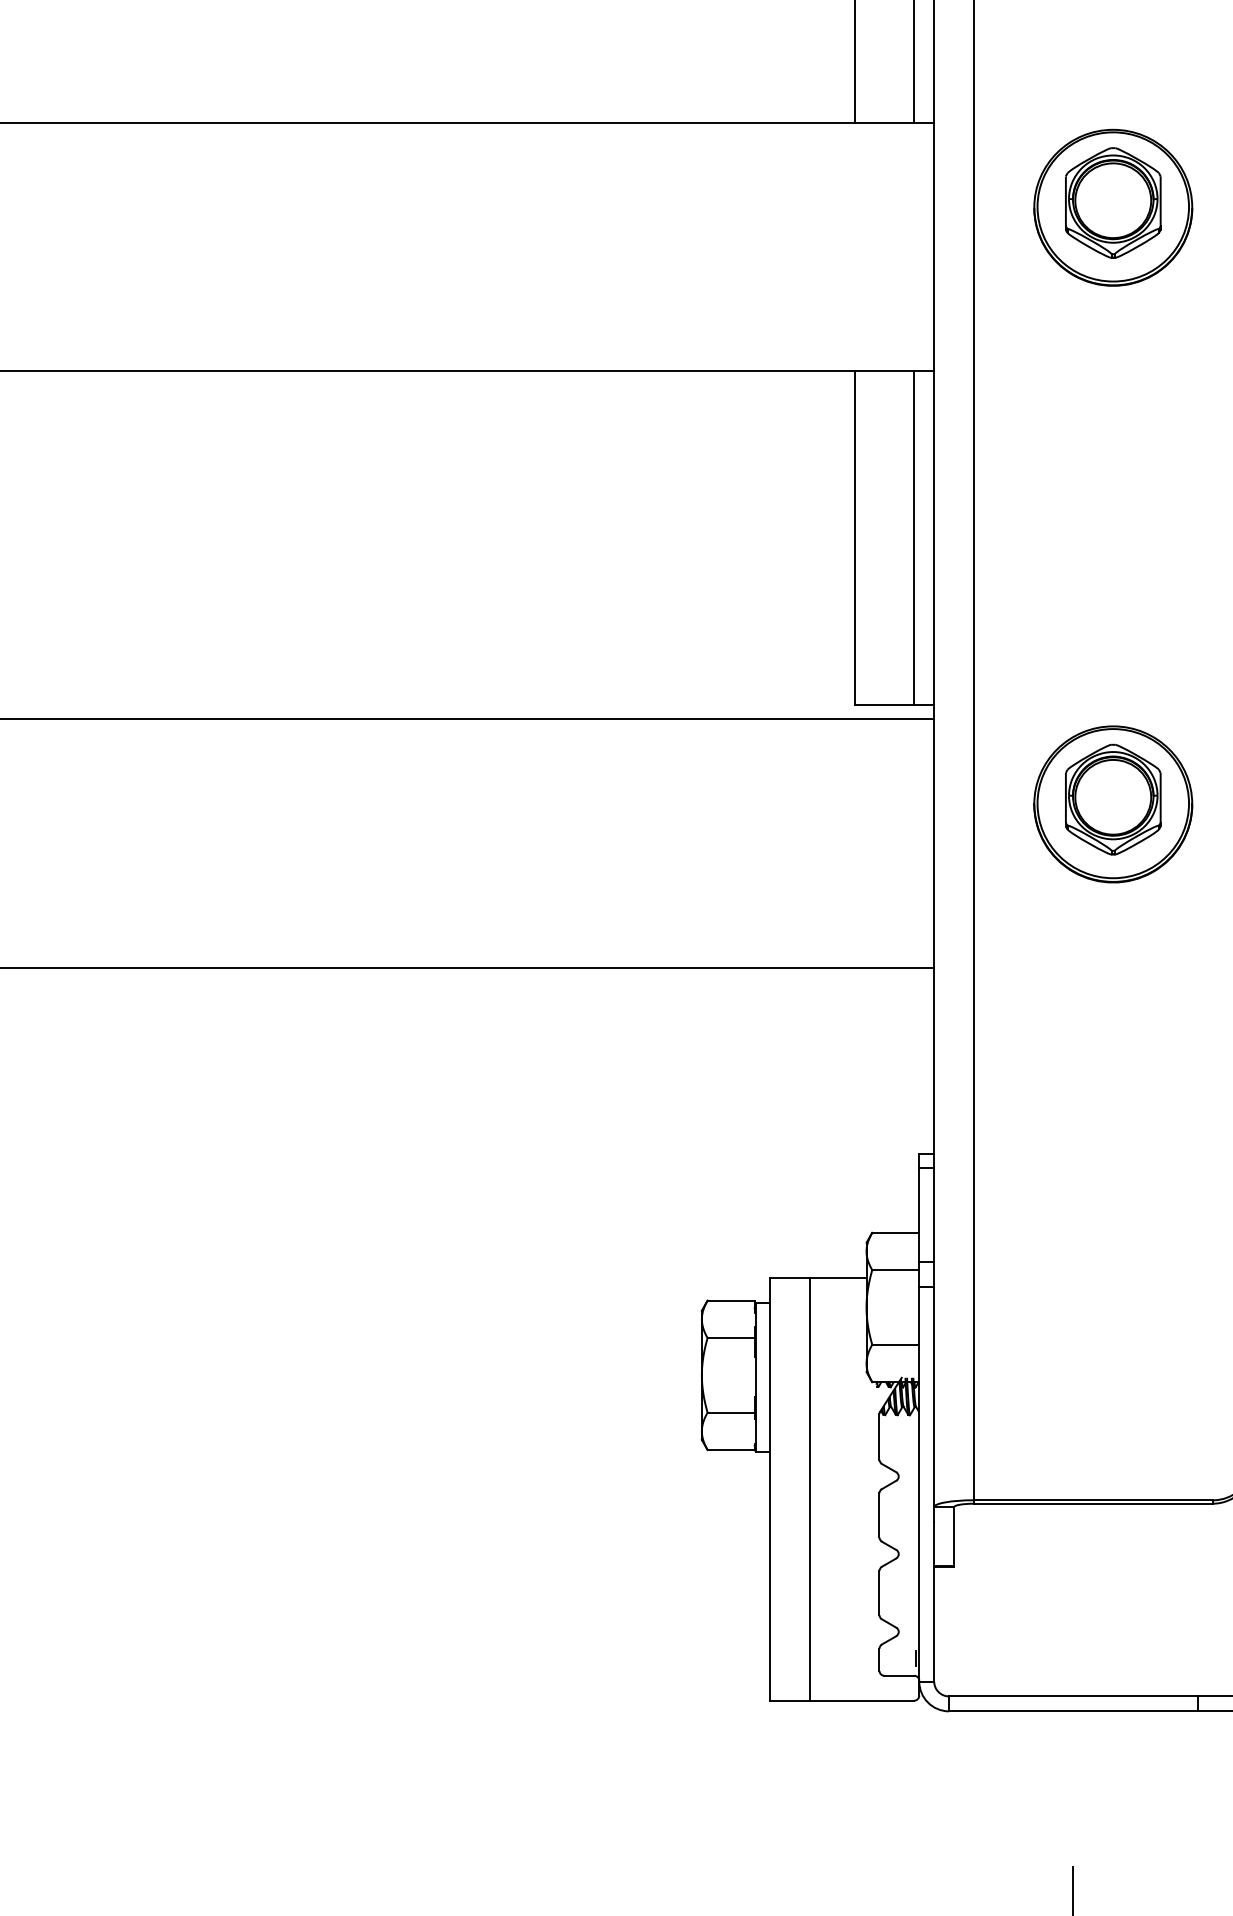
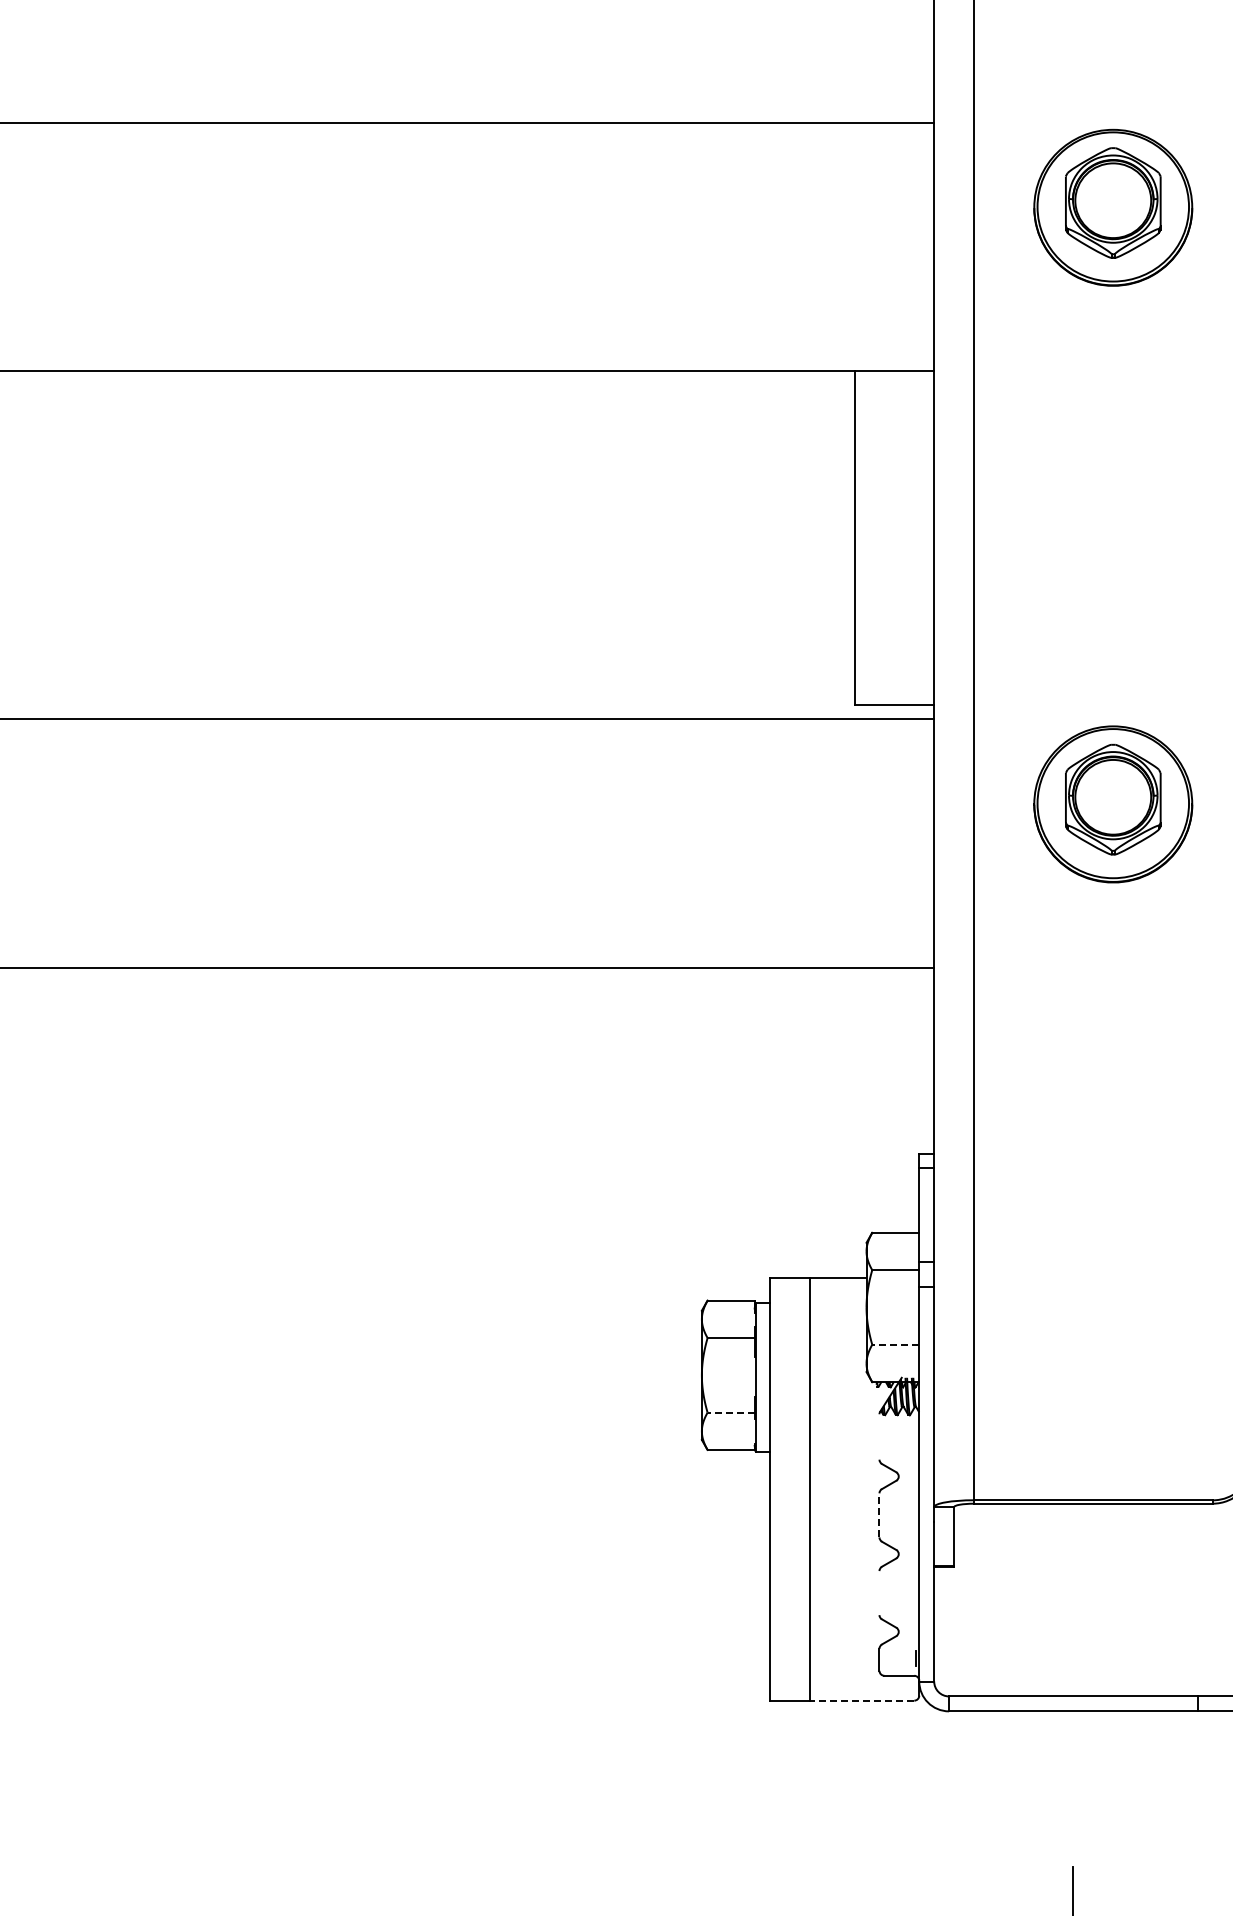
line at (854, 62): present -> none
line at (914, 62): present -> none
line at (914, 537): present -> none
line at (895, 1344): solid -> dashed
line at (731, 1412): solid -> dashed
line at (879, 1436): present -> none
line at (879, 1514): solid -> dashed
line at (879, 1593): present -> none
line at (861, 1700): solid -> dashed
